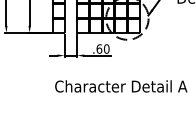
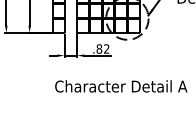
text at (102, 48): .60 -> .82
